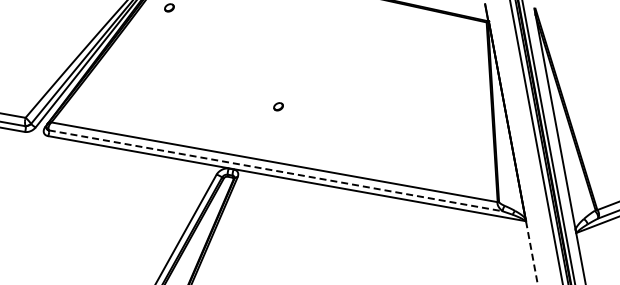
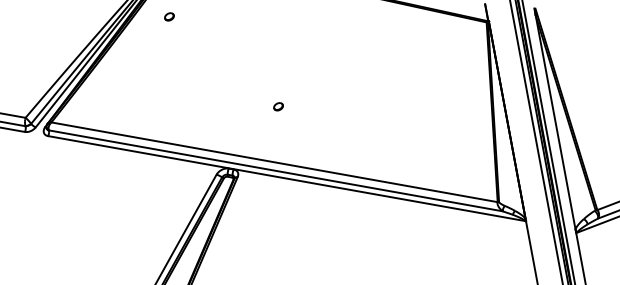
part at (169, 7) position: (169, 7) -> (169, 16)
line at (275, 170): dashed -> solid
line at (531, 252): dashed -> solid
